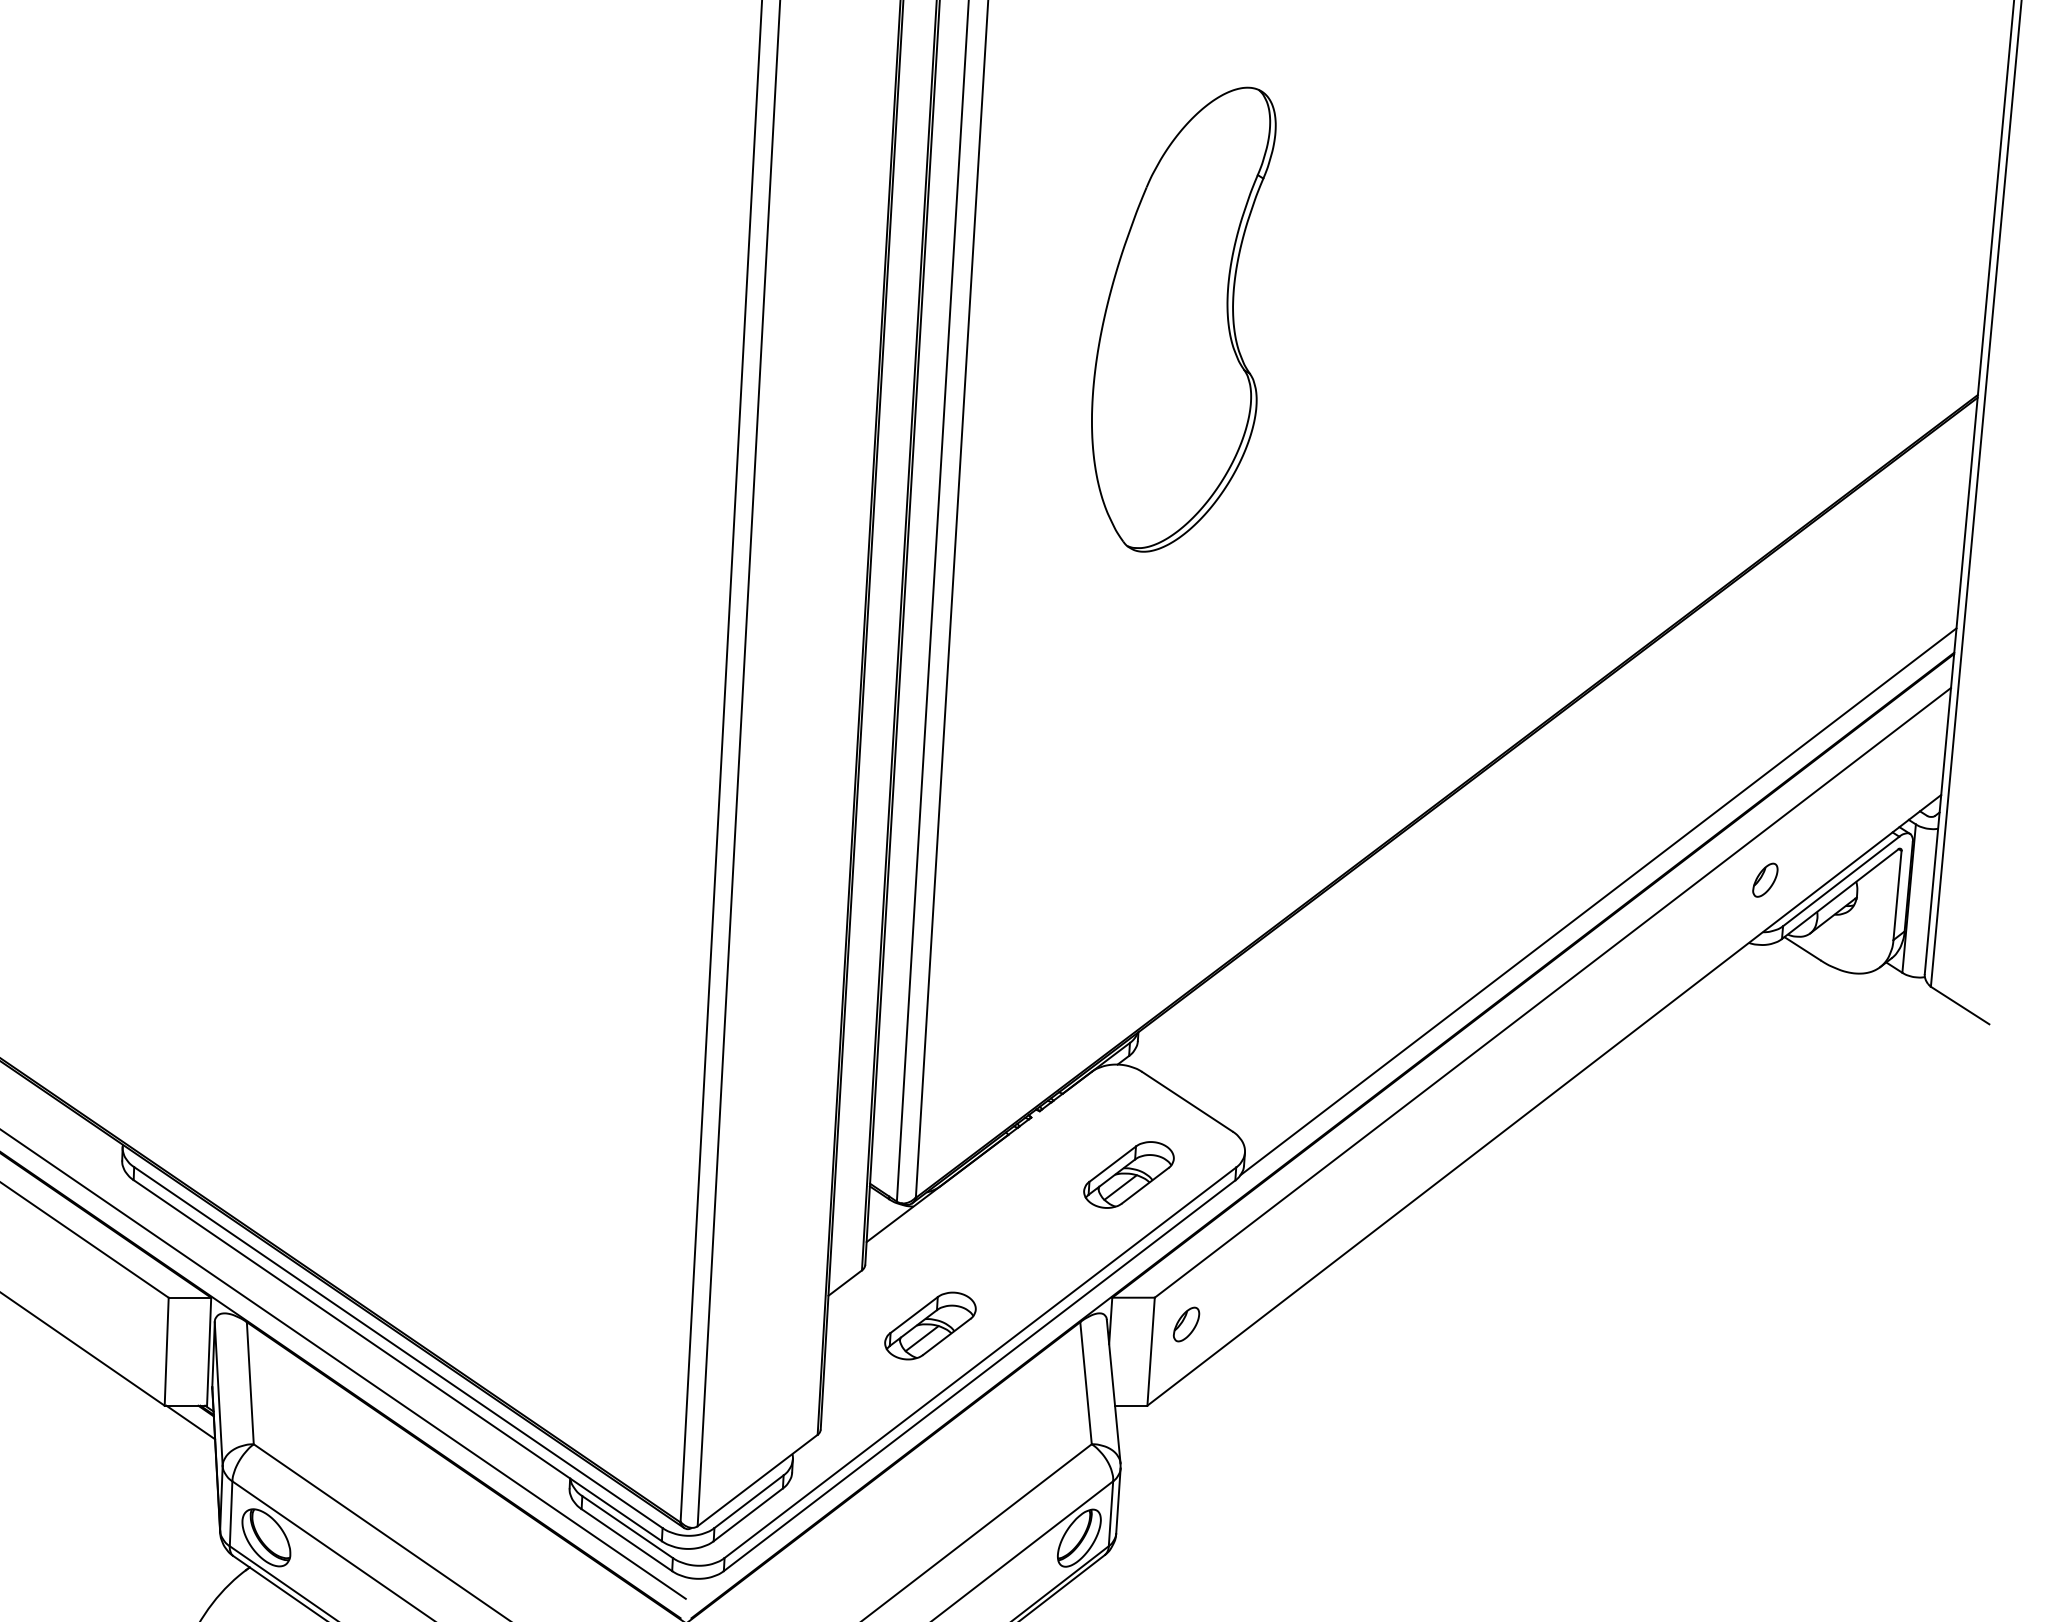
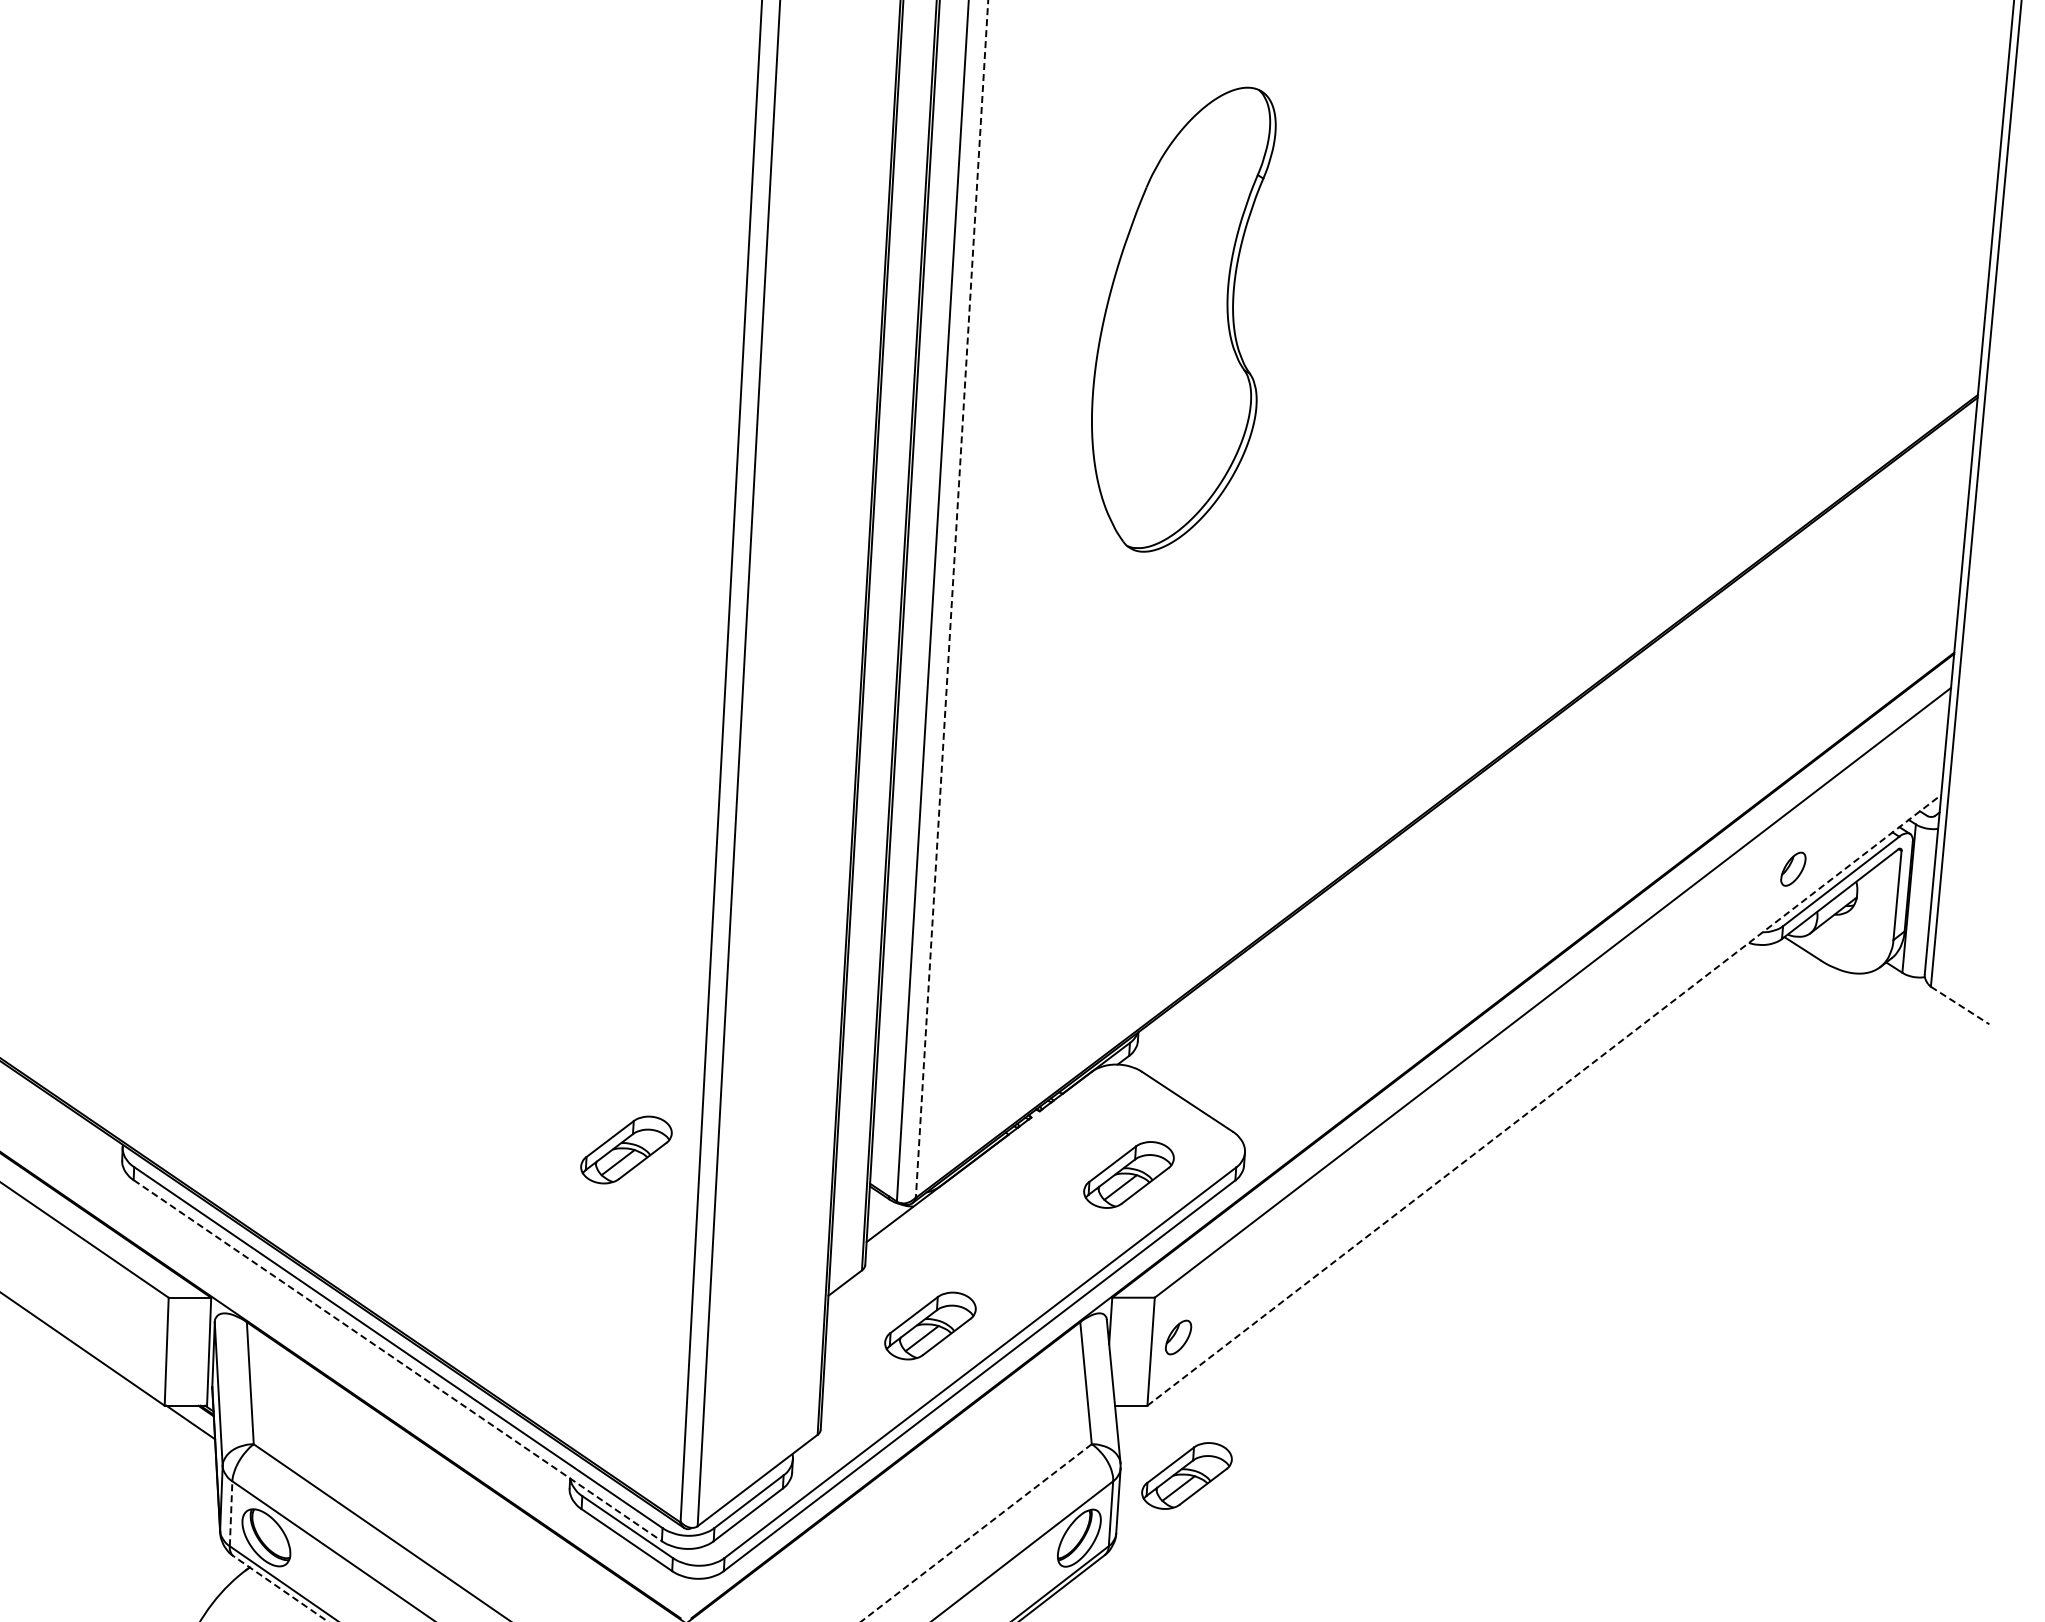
line at (952, 598): solid -> dashed
part at (1765, 879) position: (1765, 879) -> (1793, 868)
line at (1598, 901): present -> none
line at (1960, 1005): solid -> dashed
line at (1544, 1100): solid -> dashed
part at (626, 1149): none -> present
part at (1186, 1324) position: (1186, 1324) -> (1178, 1337)
line at (397, 1360): solid -> dashed
line at (343, 1364): present -> none
part at (1186, 1475): none -> present
line at (231, 1513): solid -> dashed
line at (976, 1533): solid -> dashed
line at (280, 1588): solid -> dashed
